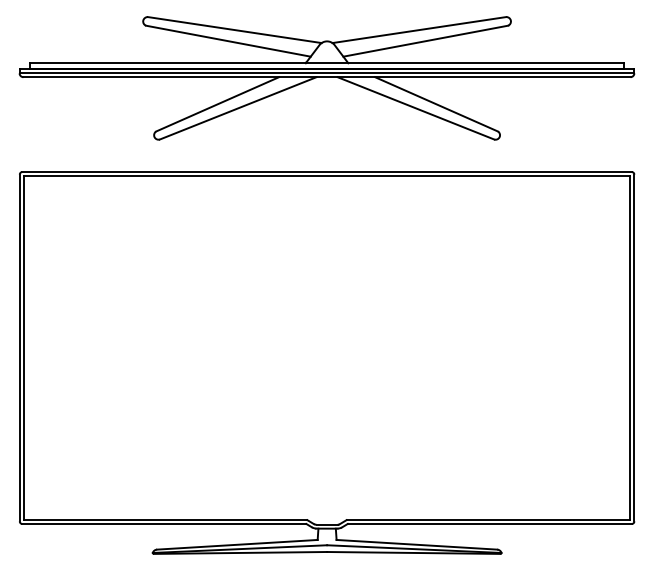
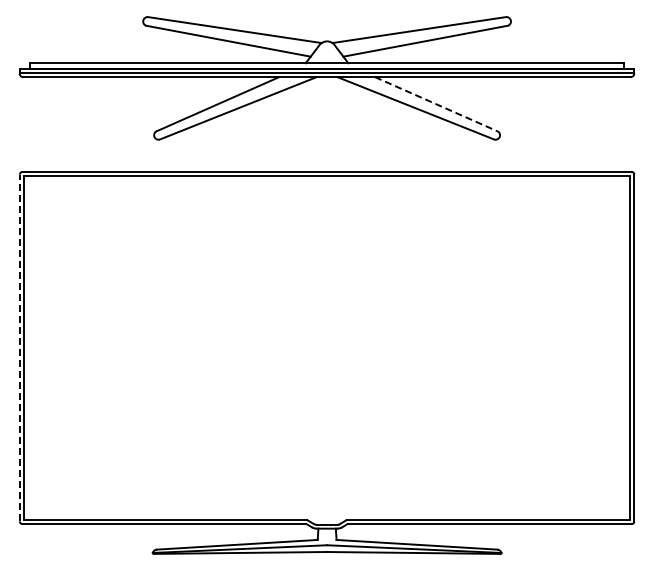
line at (437, 104): solid -> dashed
line at (19, 347): solid -> dashed
